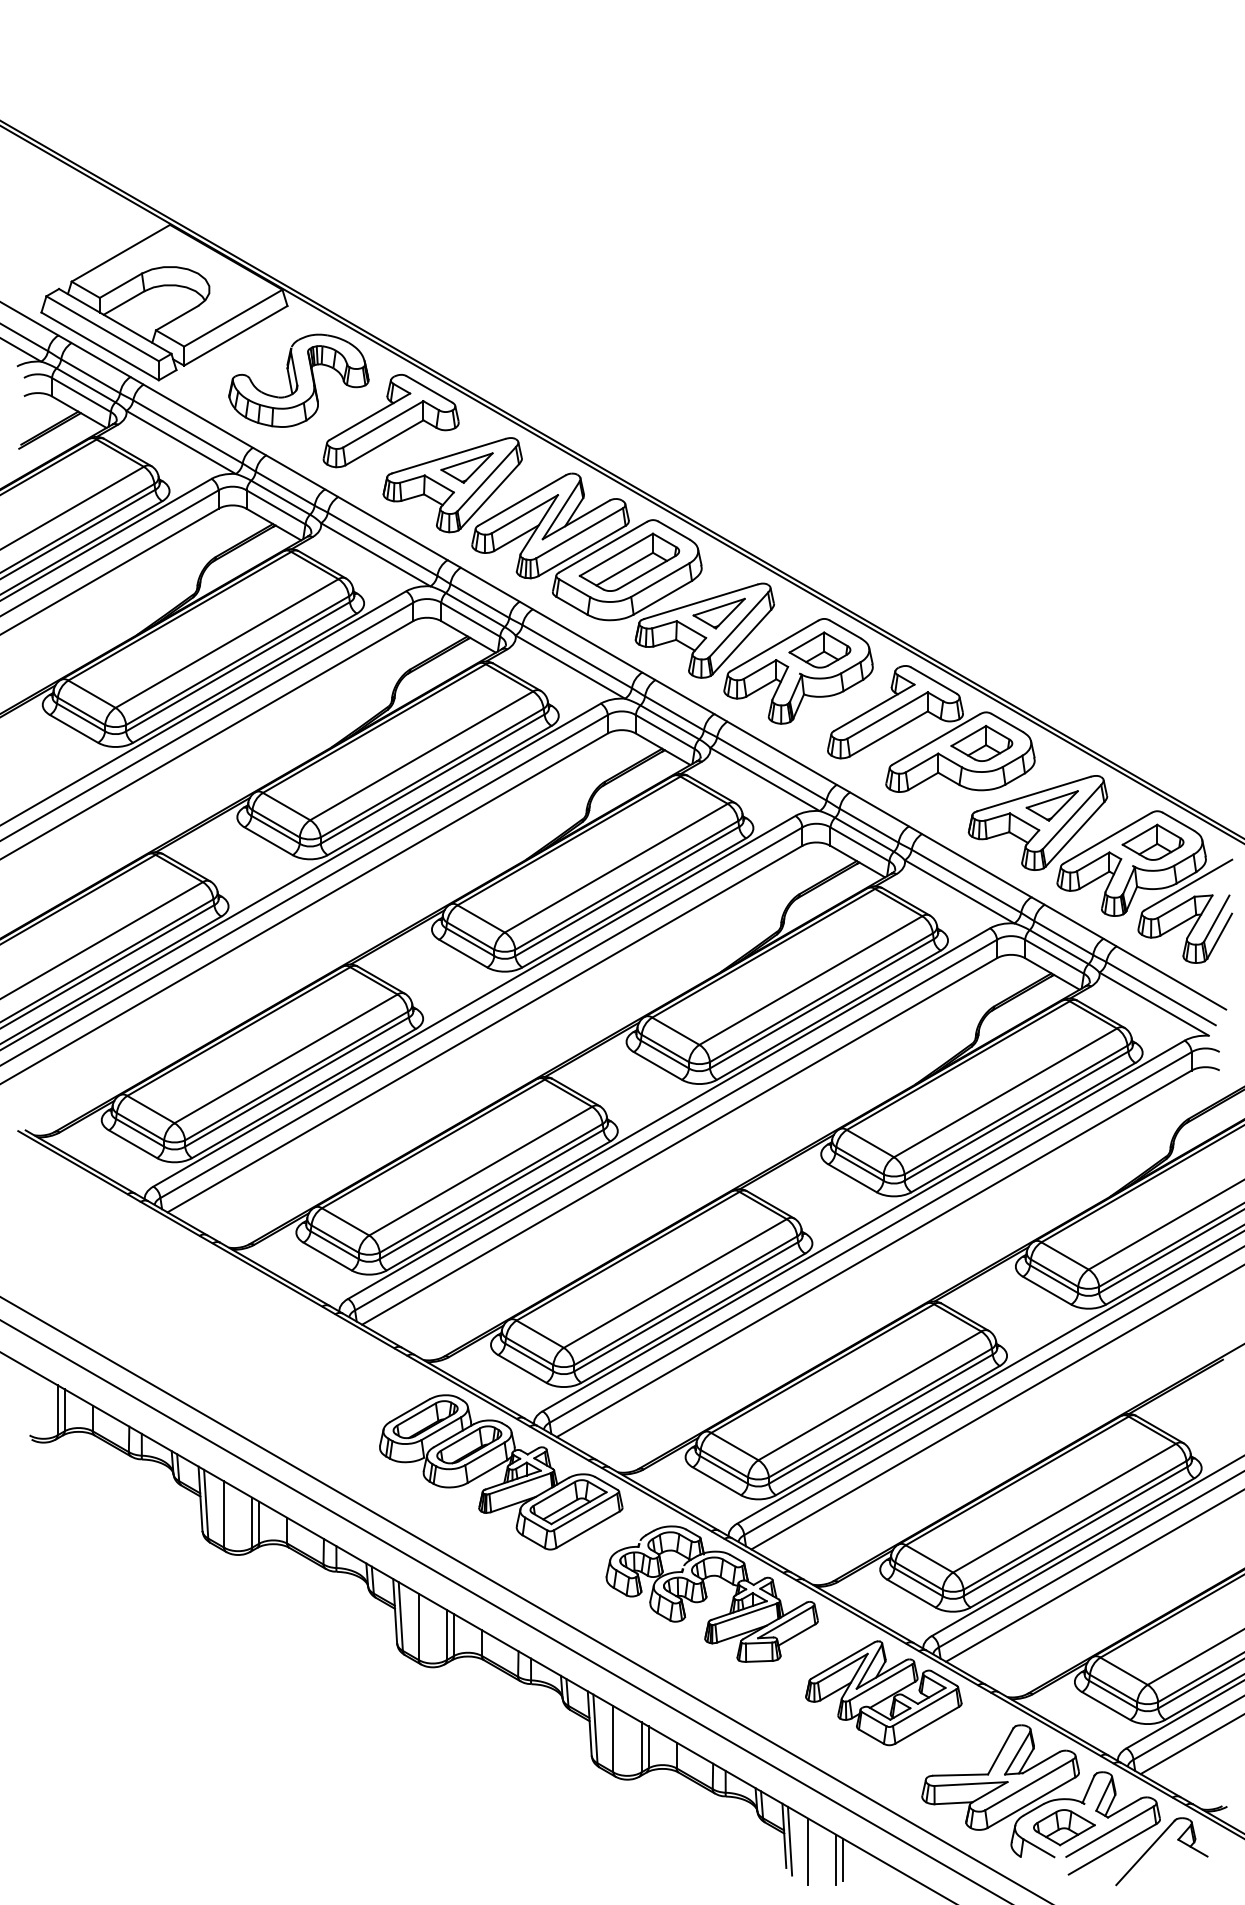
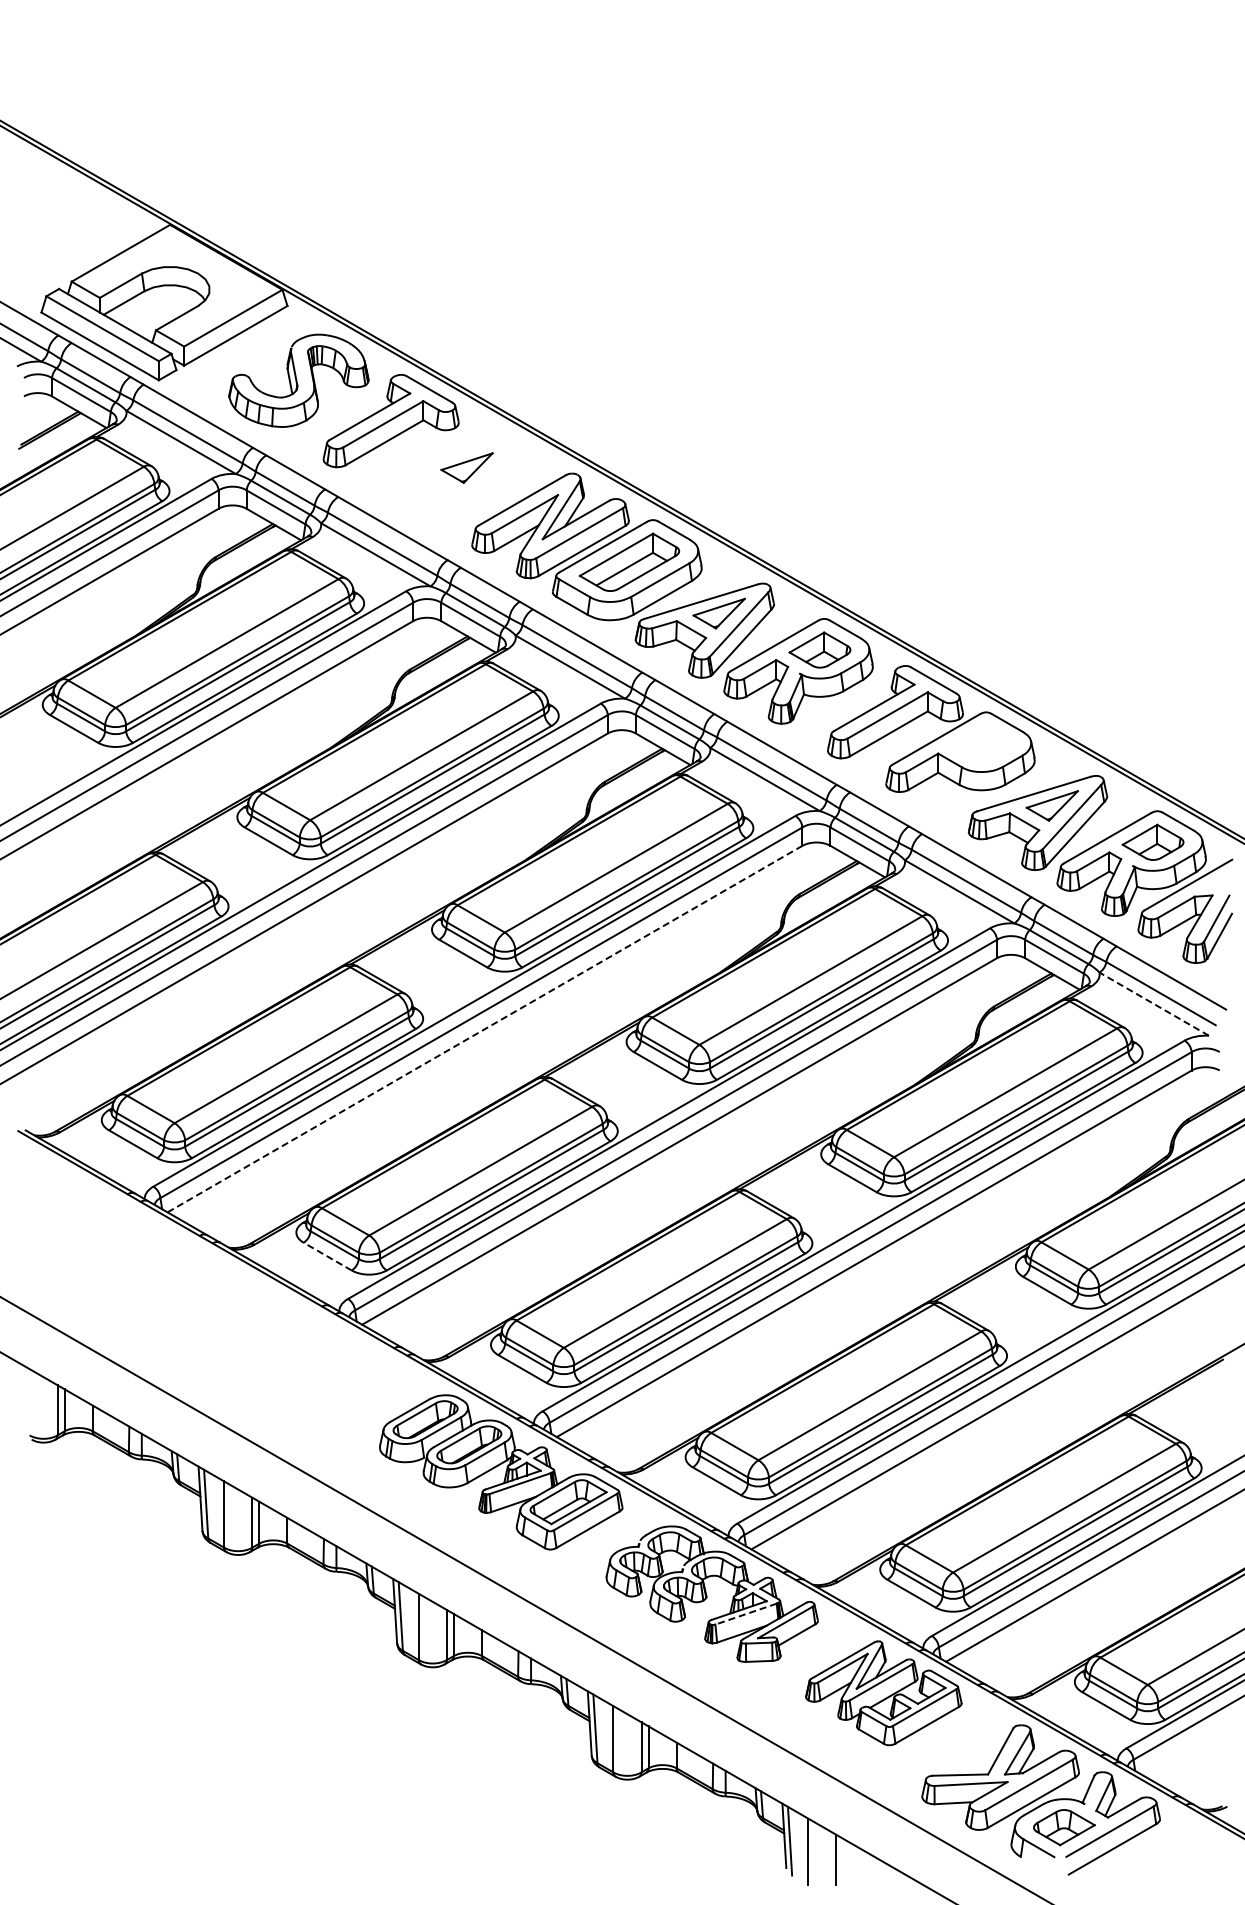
part at (452, 485): present -> none
part at (981, 743): present -> none
line at (1153, 1003): solid -> dashed
line at (485, 1029): solid -> dashed
line at (327, 1256): solid -> dashed
line at (504, 1611): present -> none
line at (745, 1614): solid -> dashed
line at (1190, 1744): present -> none
part at (1154, 1844): present -> none
line at (843, 1859): present -> none
